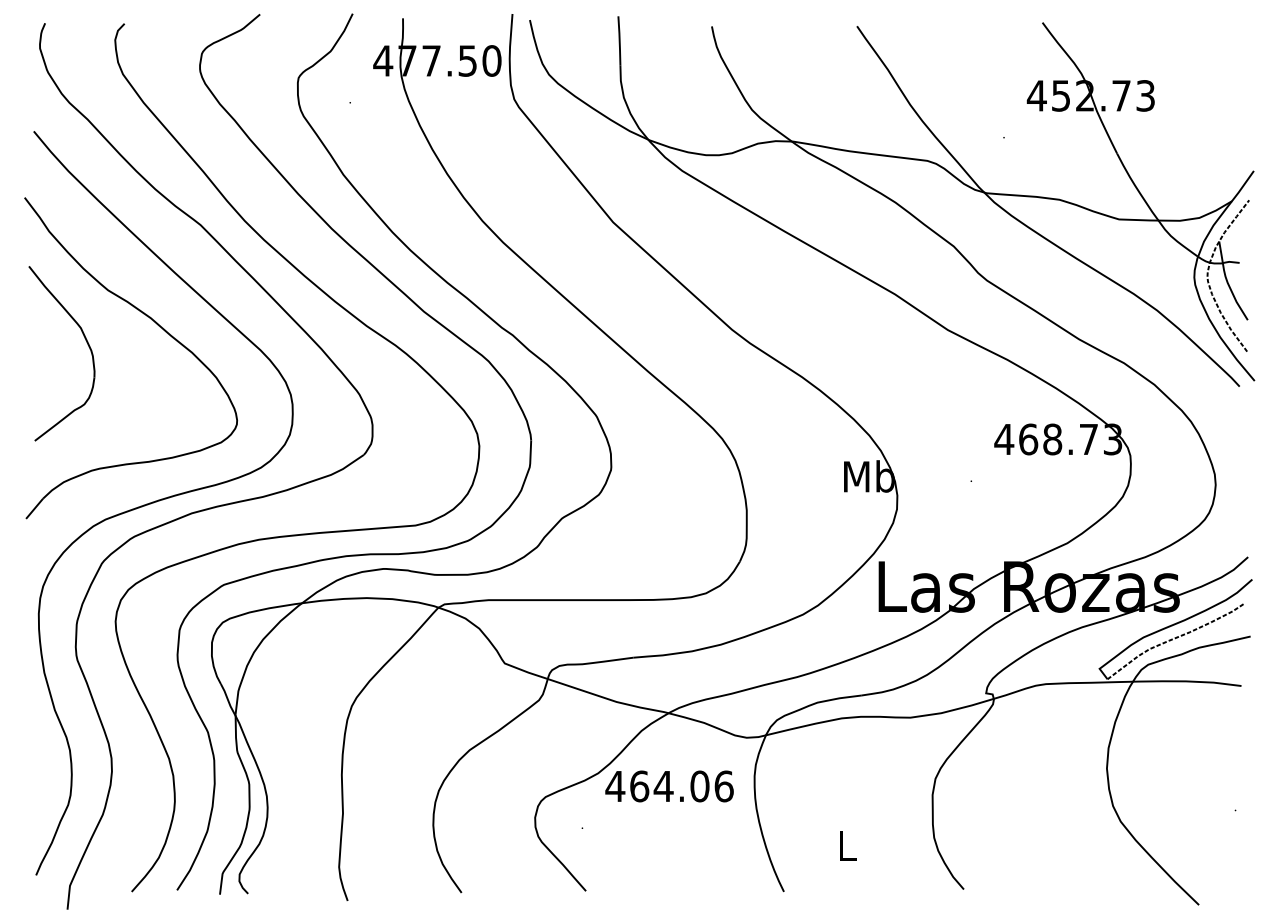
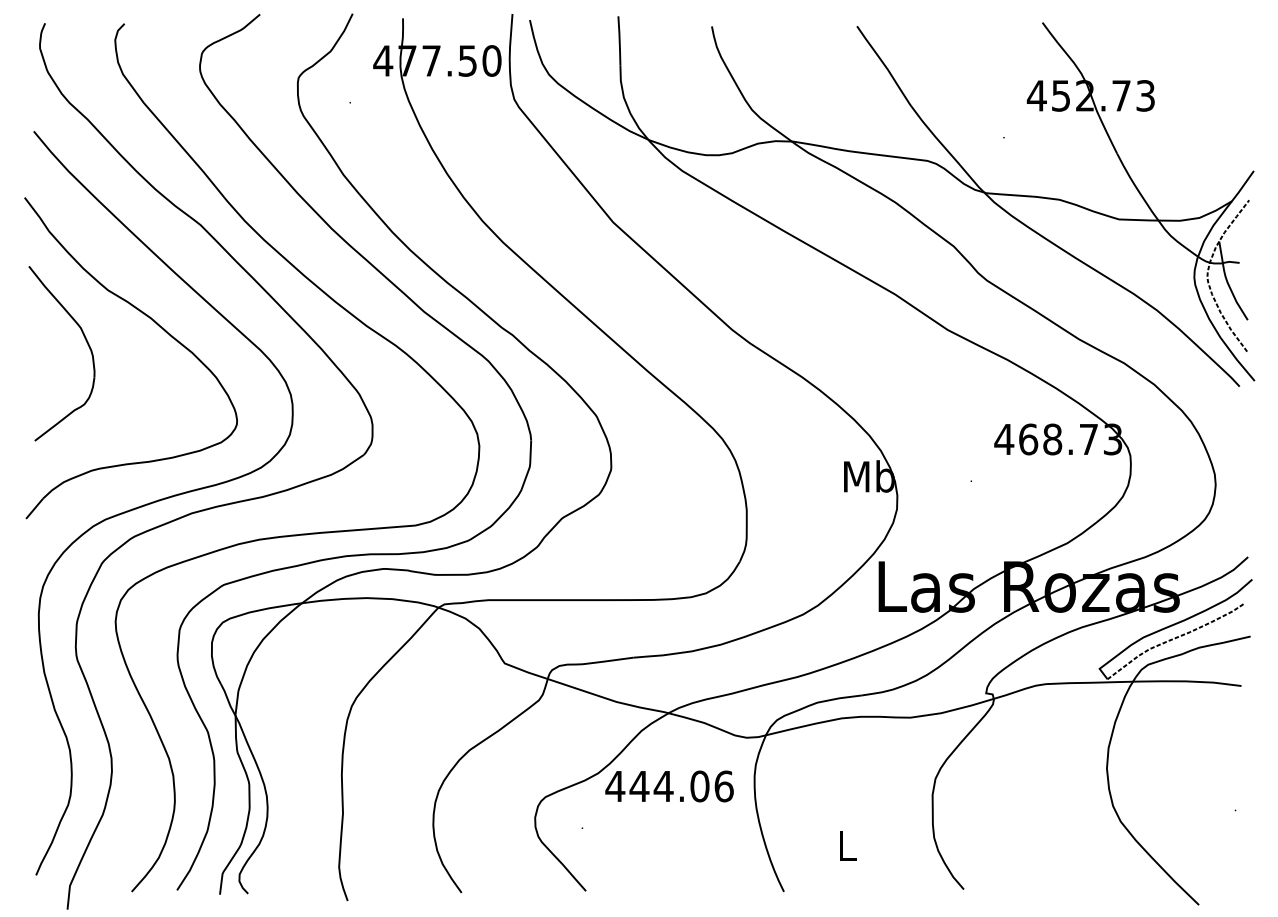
text at (639, 786): 464.06 -> 444.06
